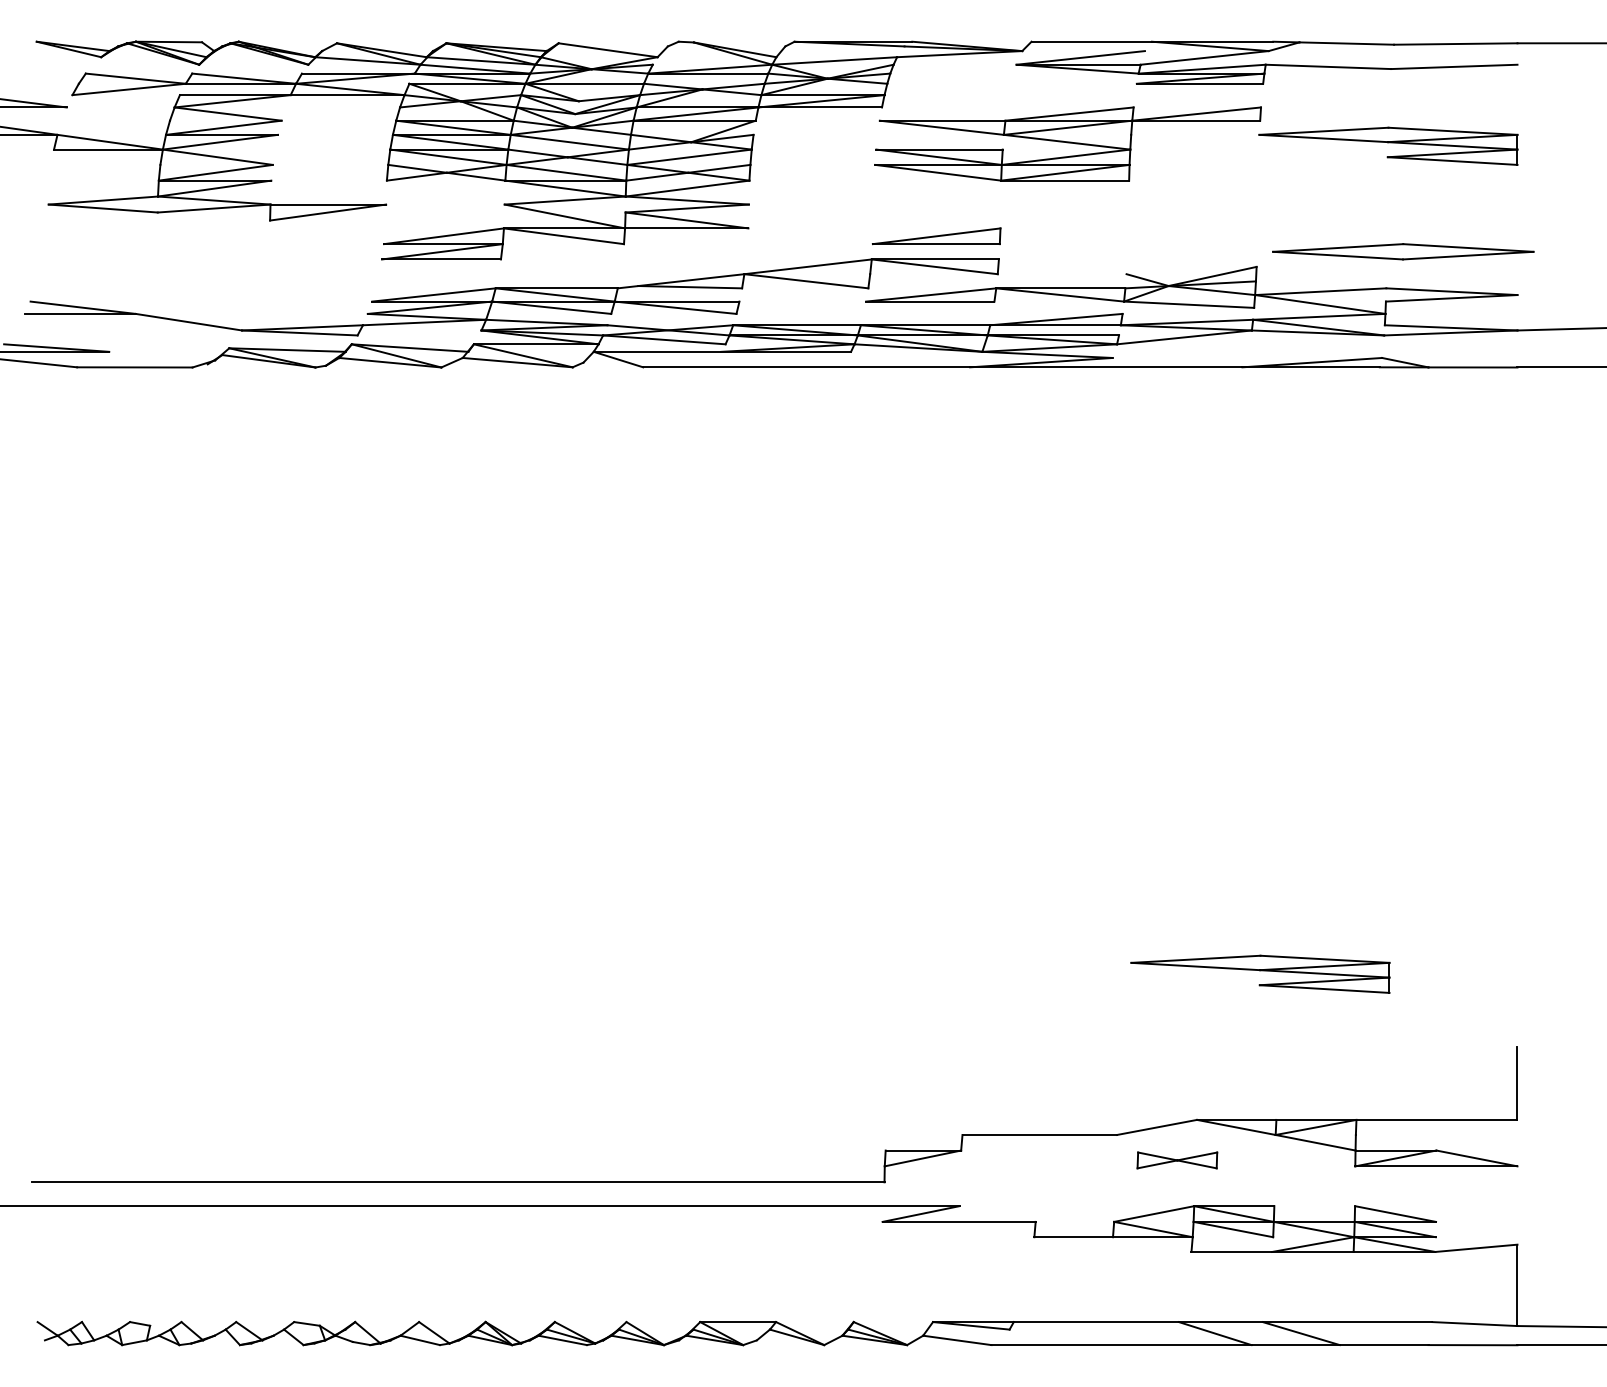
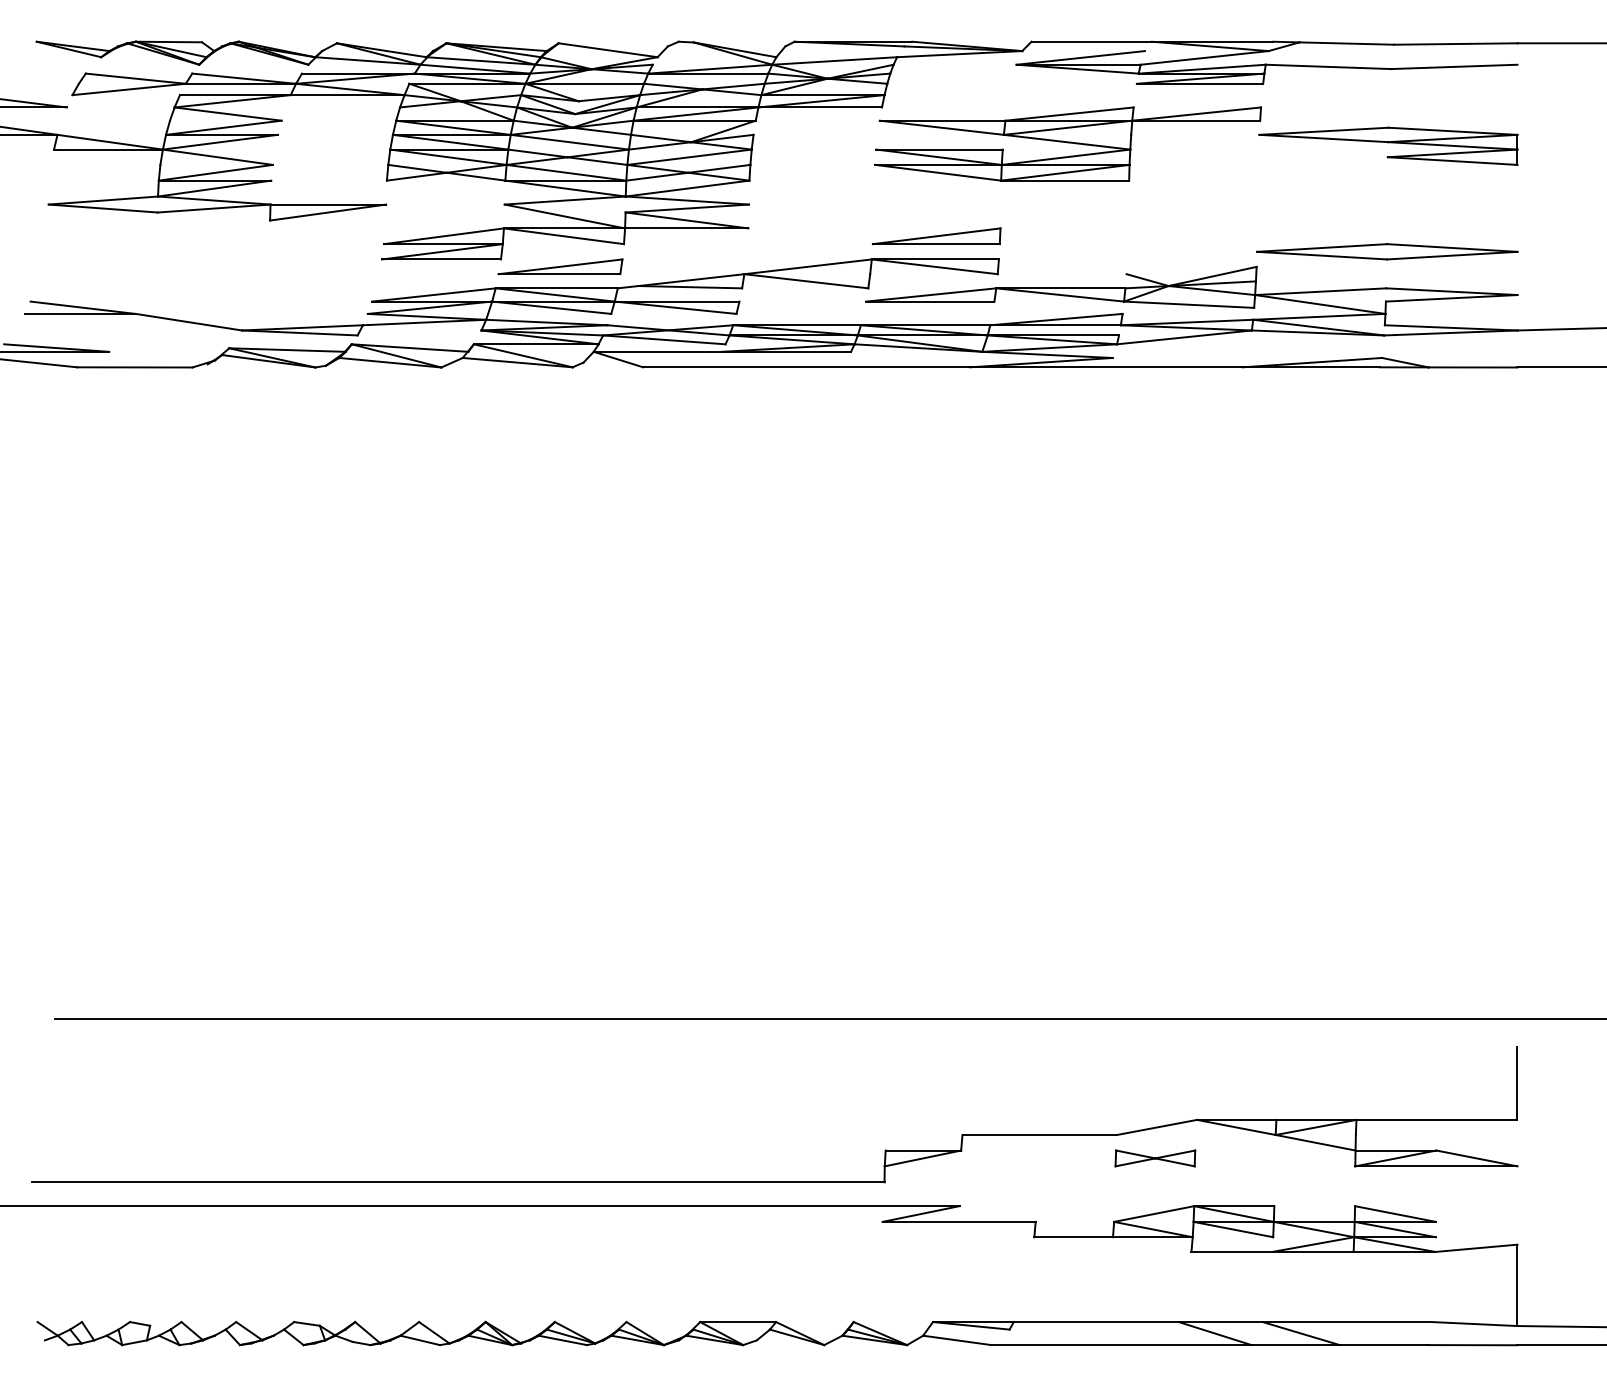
part at (1403, 251) position: (1403, 251) -> (1387, 251)
part at (560, 266): none -> present
part at (1260, 973): present -> none
line at (828, 1019): none -> present
part at (1177, 1160) position: (1177, 1160) -> (1155, 1158)
